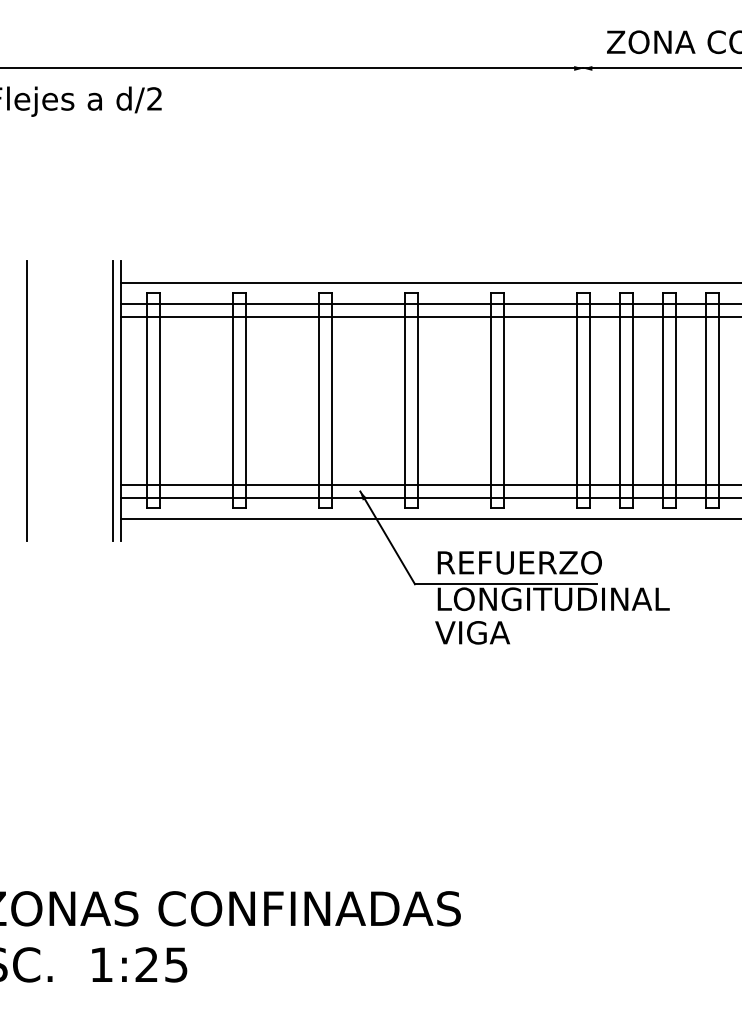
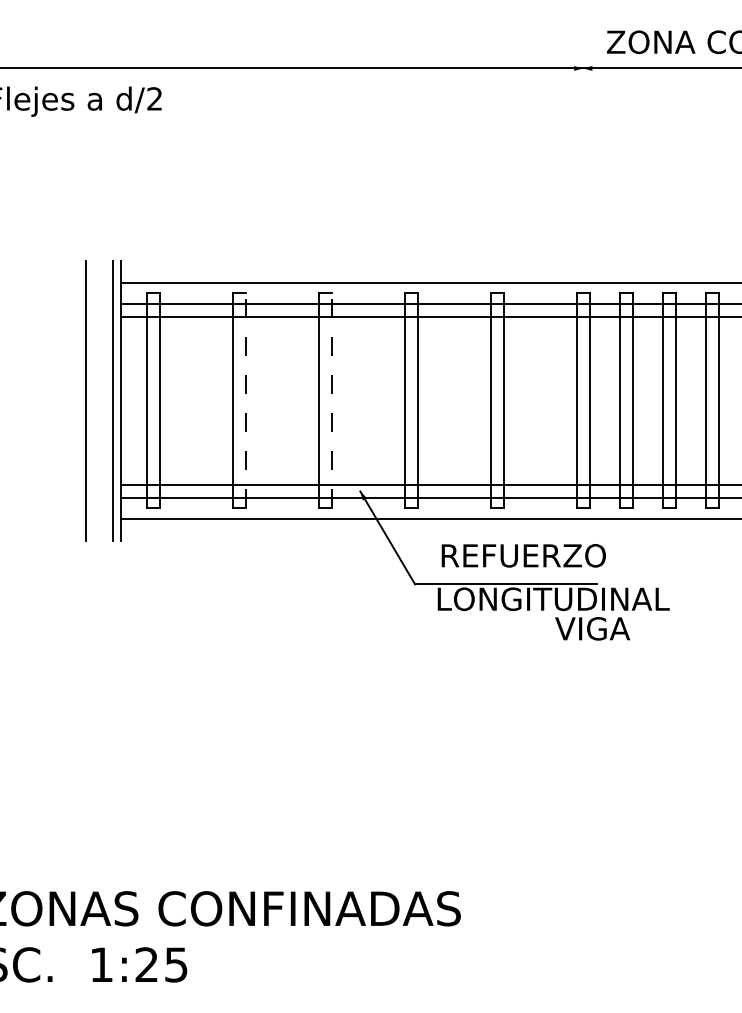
line at (26, 400) position: (26, 400) -> (85, 400)
line at (245, 400): solid -> dashed
line at (331, 400): solid -> dashed
text at (519, 562) position: (519, 562) -> (523, 555)
text at (472, 632) position: (472, 632) -> (592, 628)
